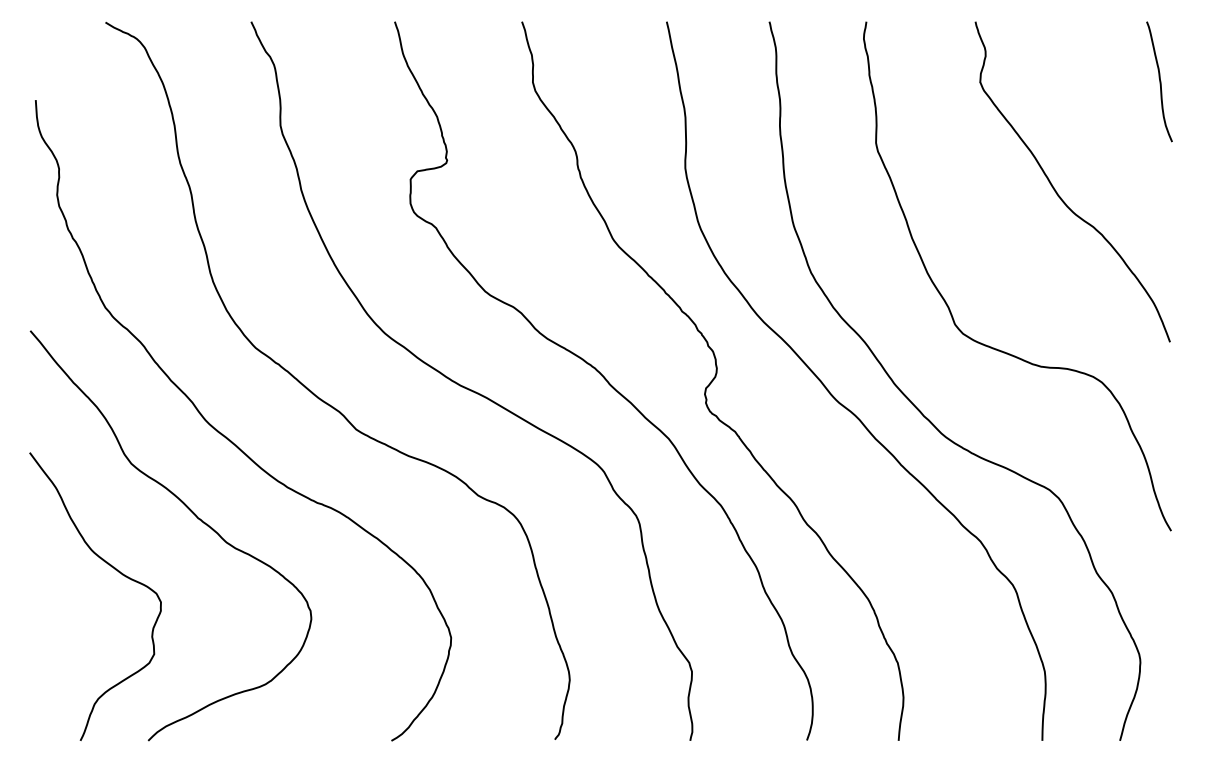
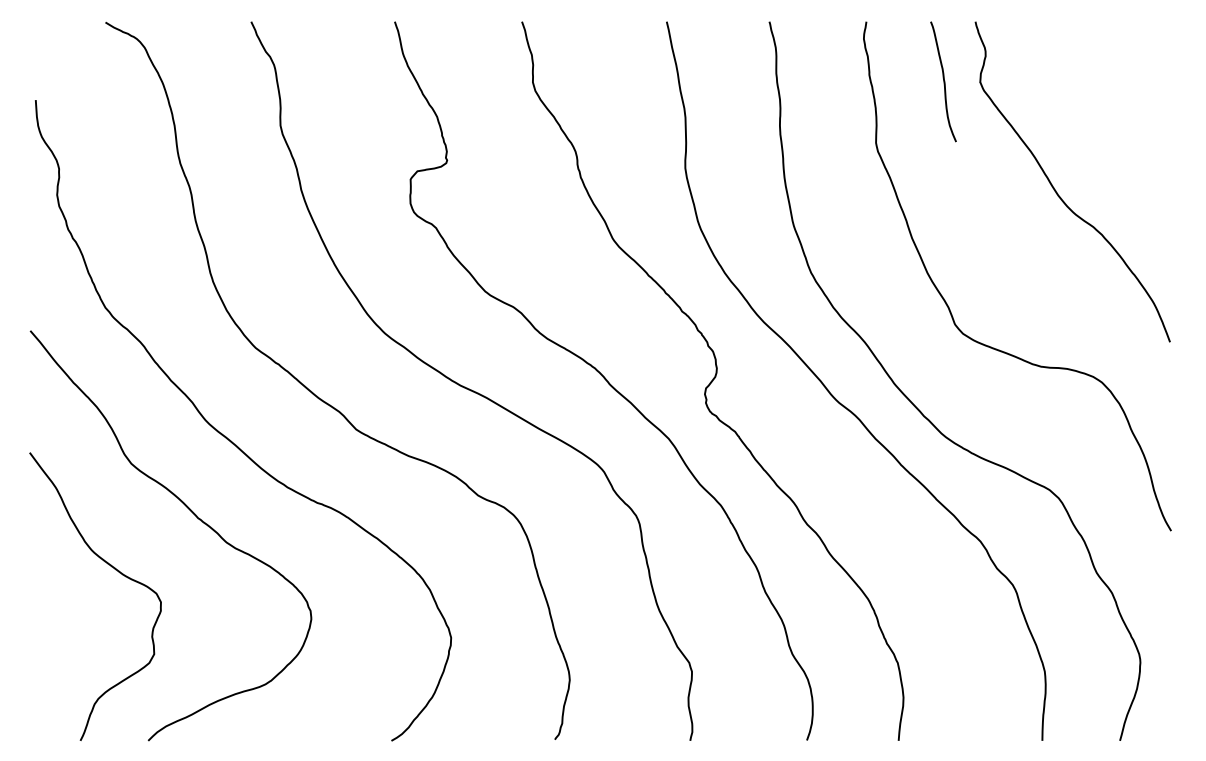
curve at (1159, 81) position: (1159, 81) -> (943, 81)
